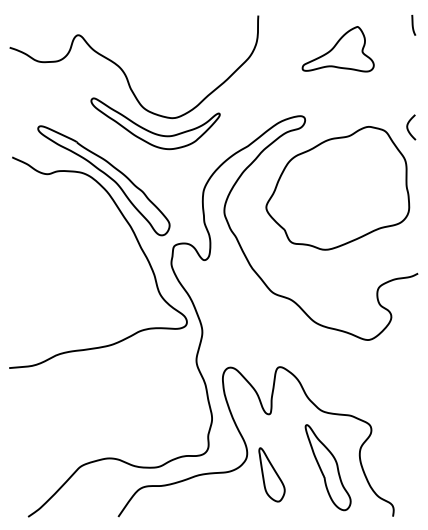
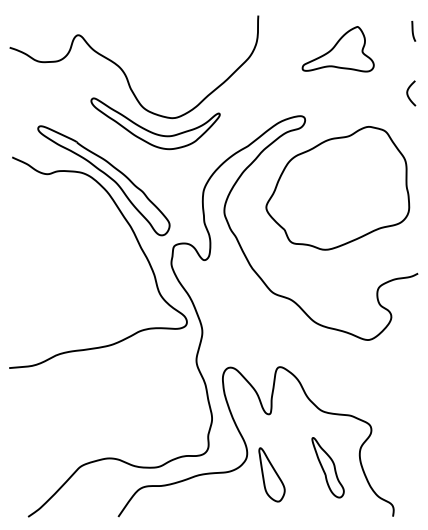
curve at (413, 25) position: (413, 25) -> (413, 31)
curve at (408, 127) position: (408, 127) -> (408, 93)
part at (327, 467) size: 48x88 px -> 34x62 px
